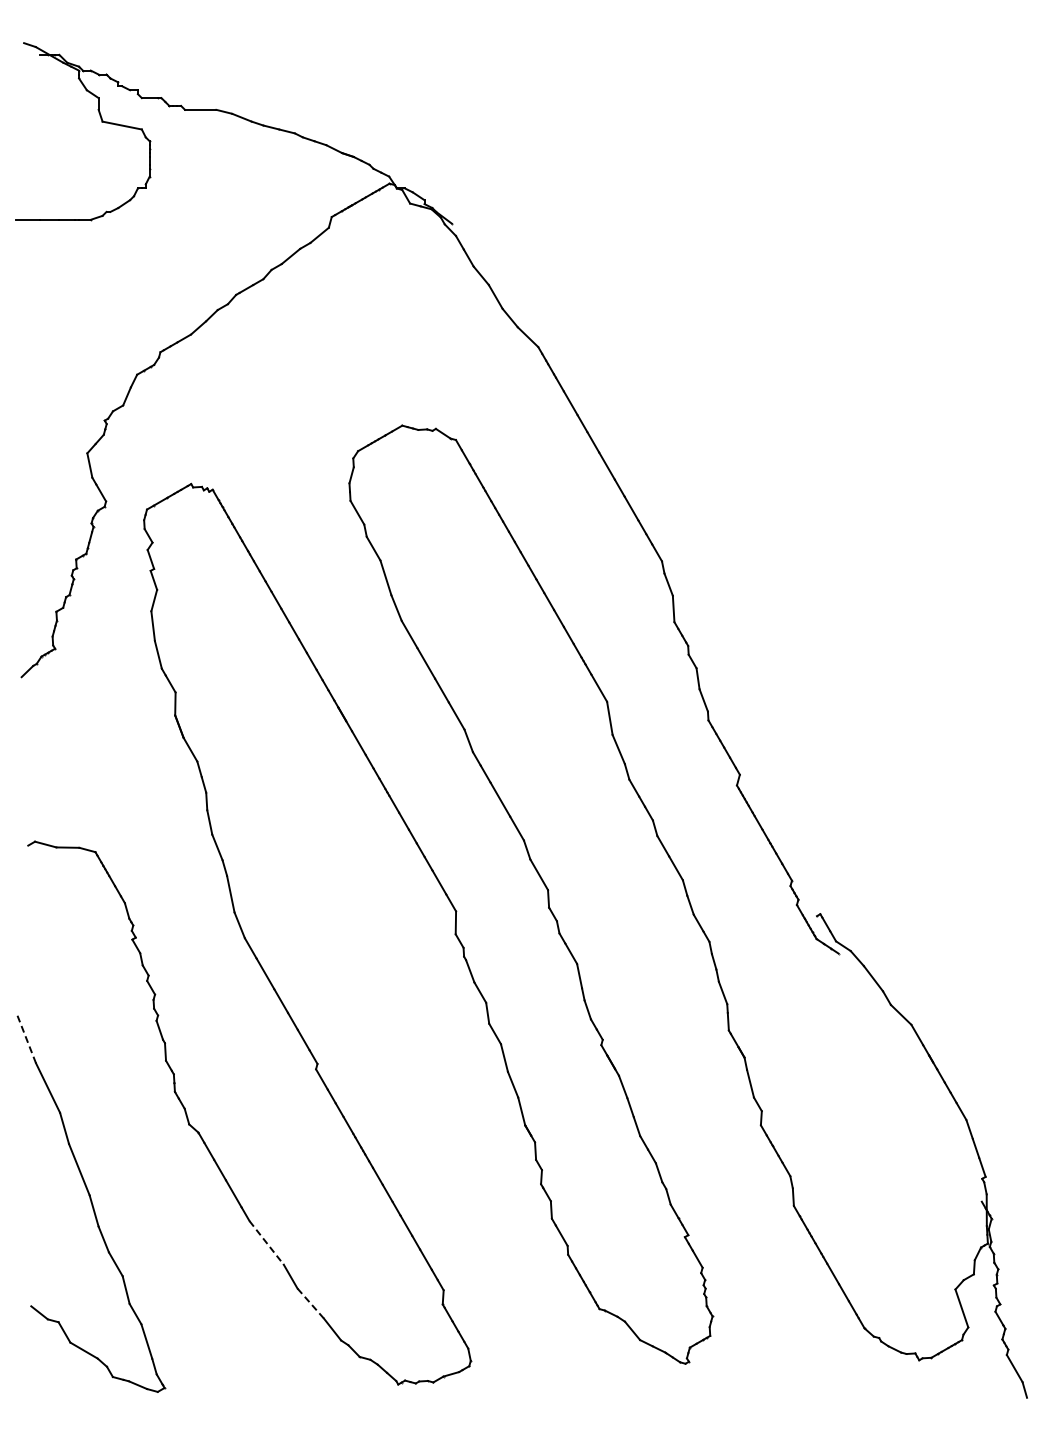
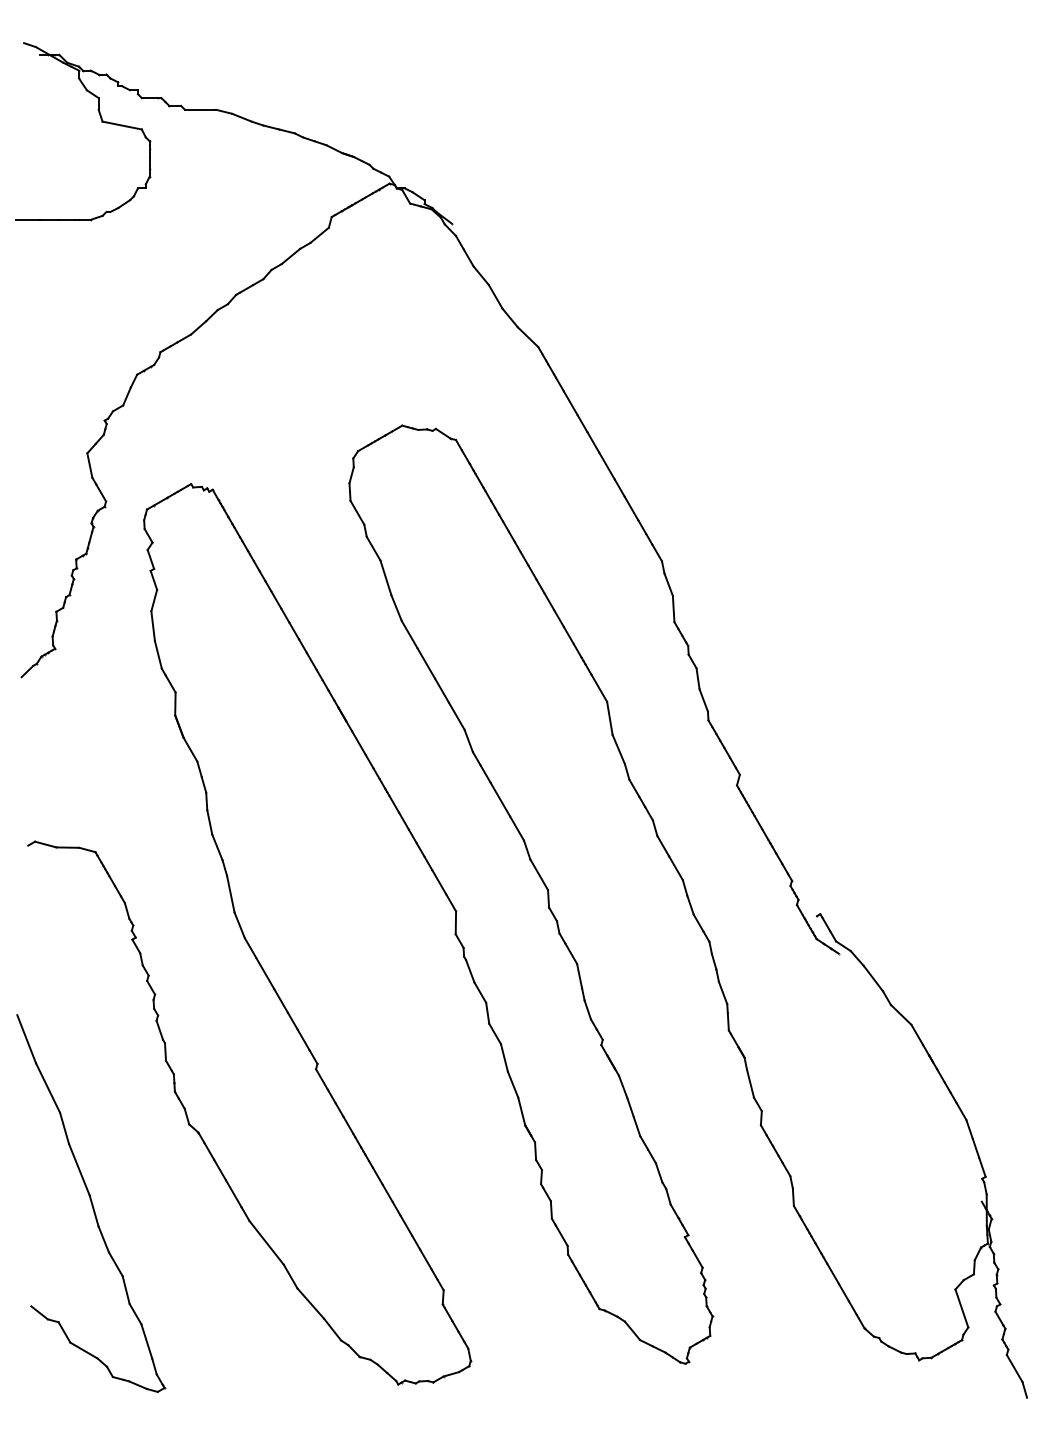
line at (26, 1039): dashed -> solid
line at (266, 1242): dashed -> solid
line at (311, 1303): dashed -> solid
